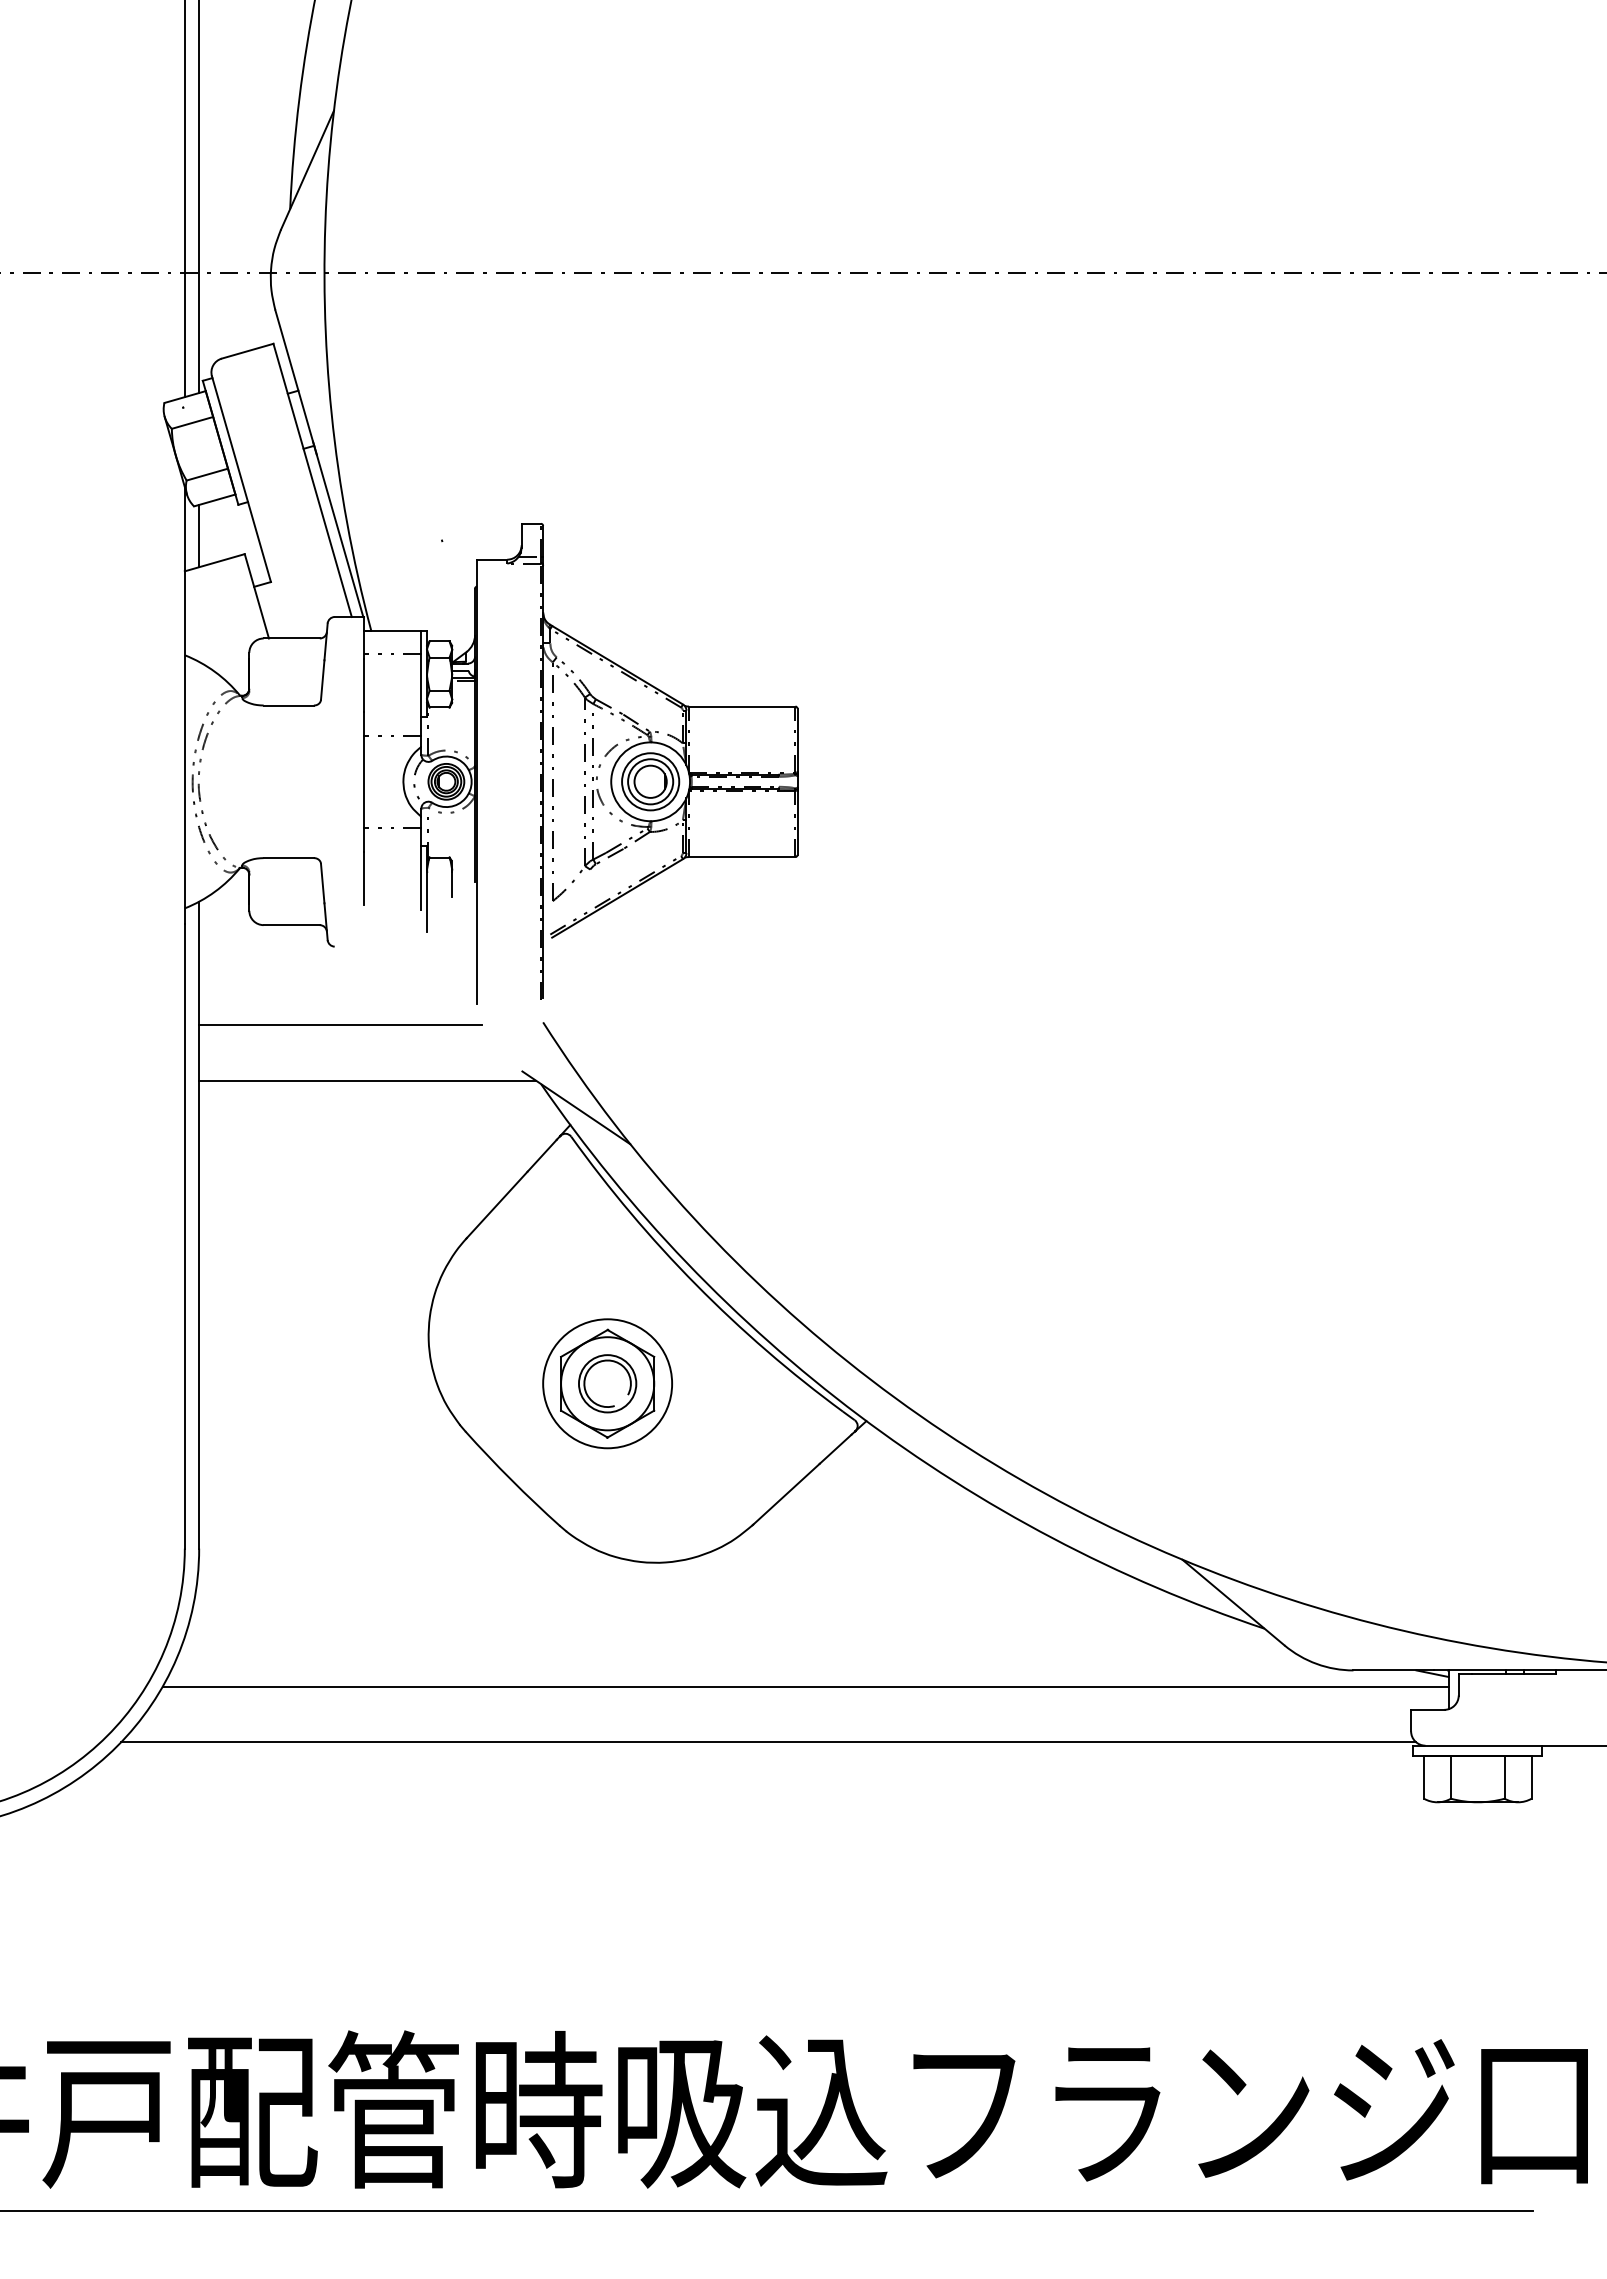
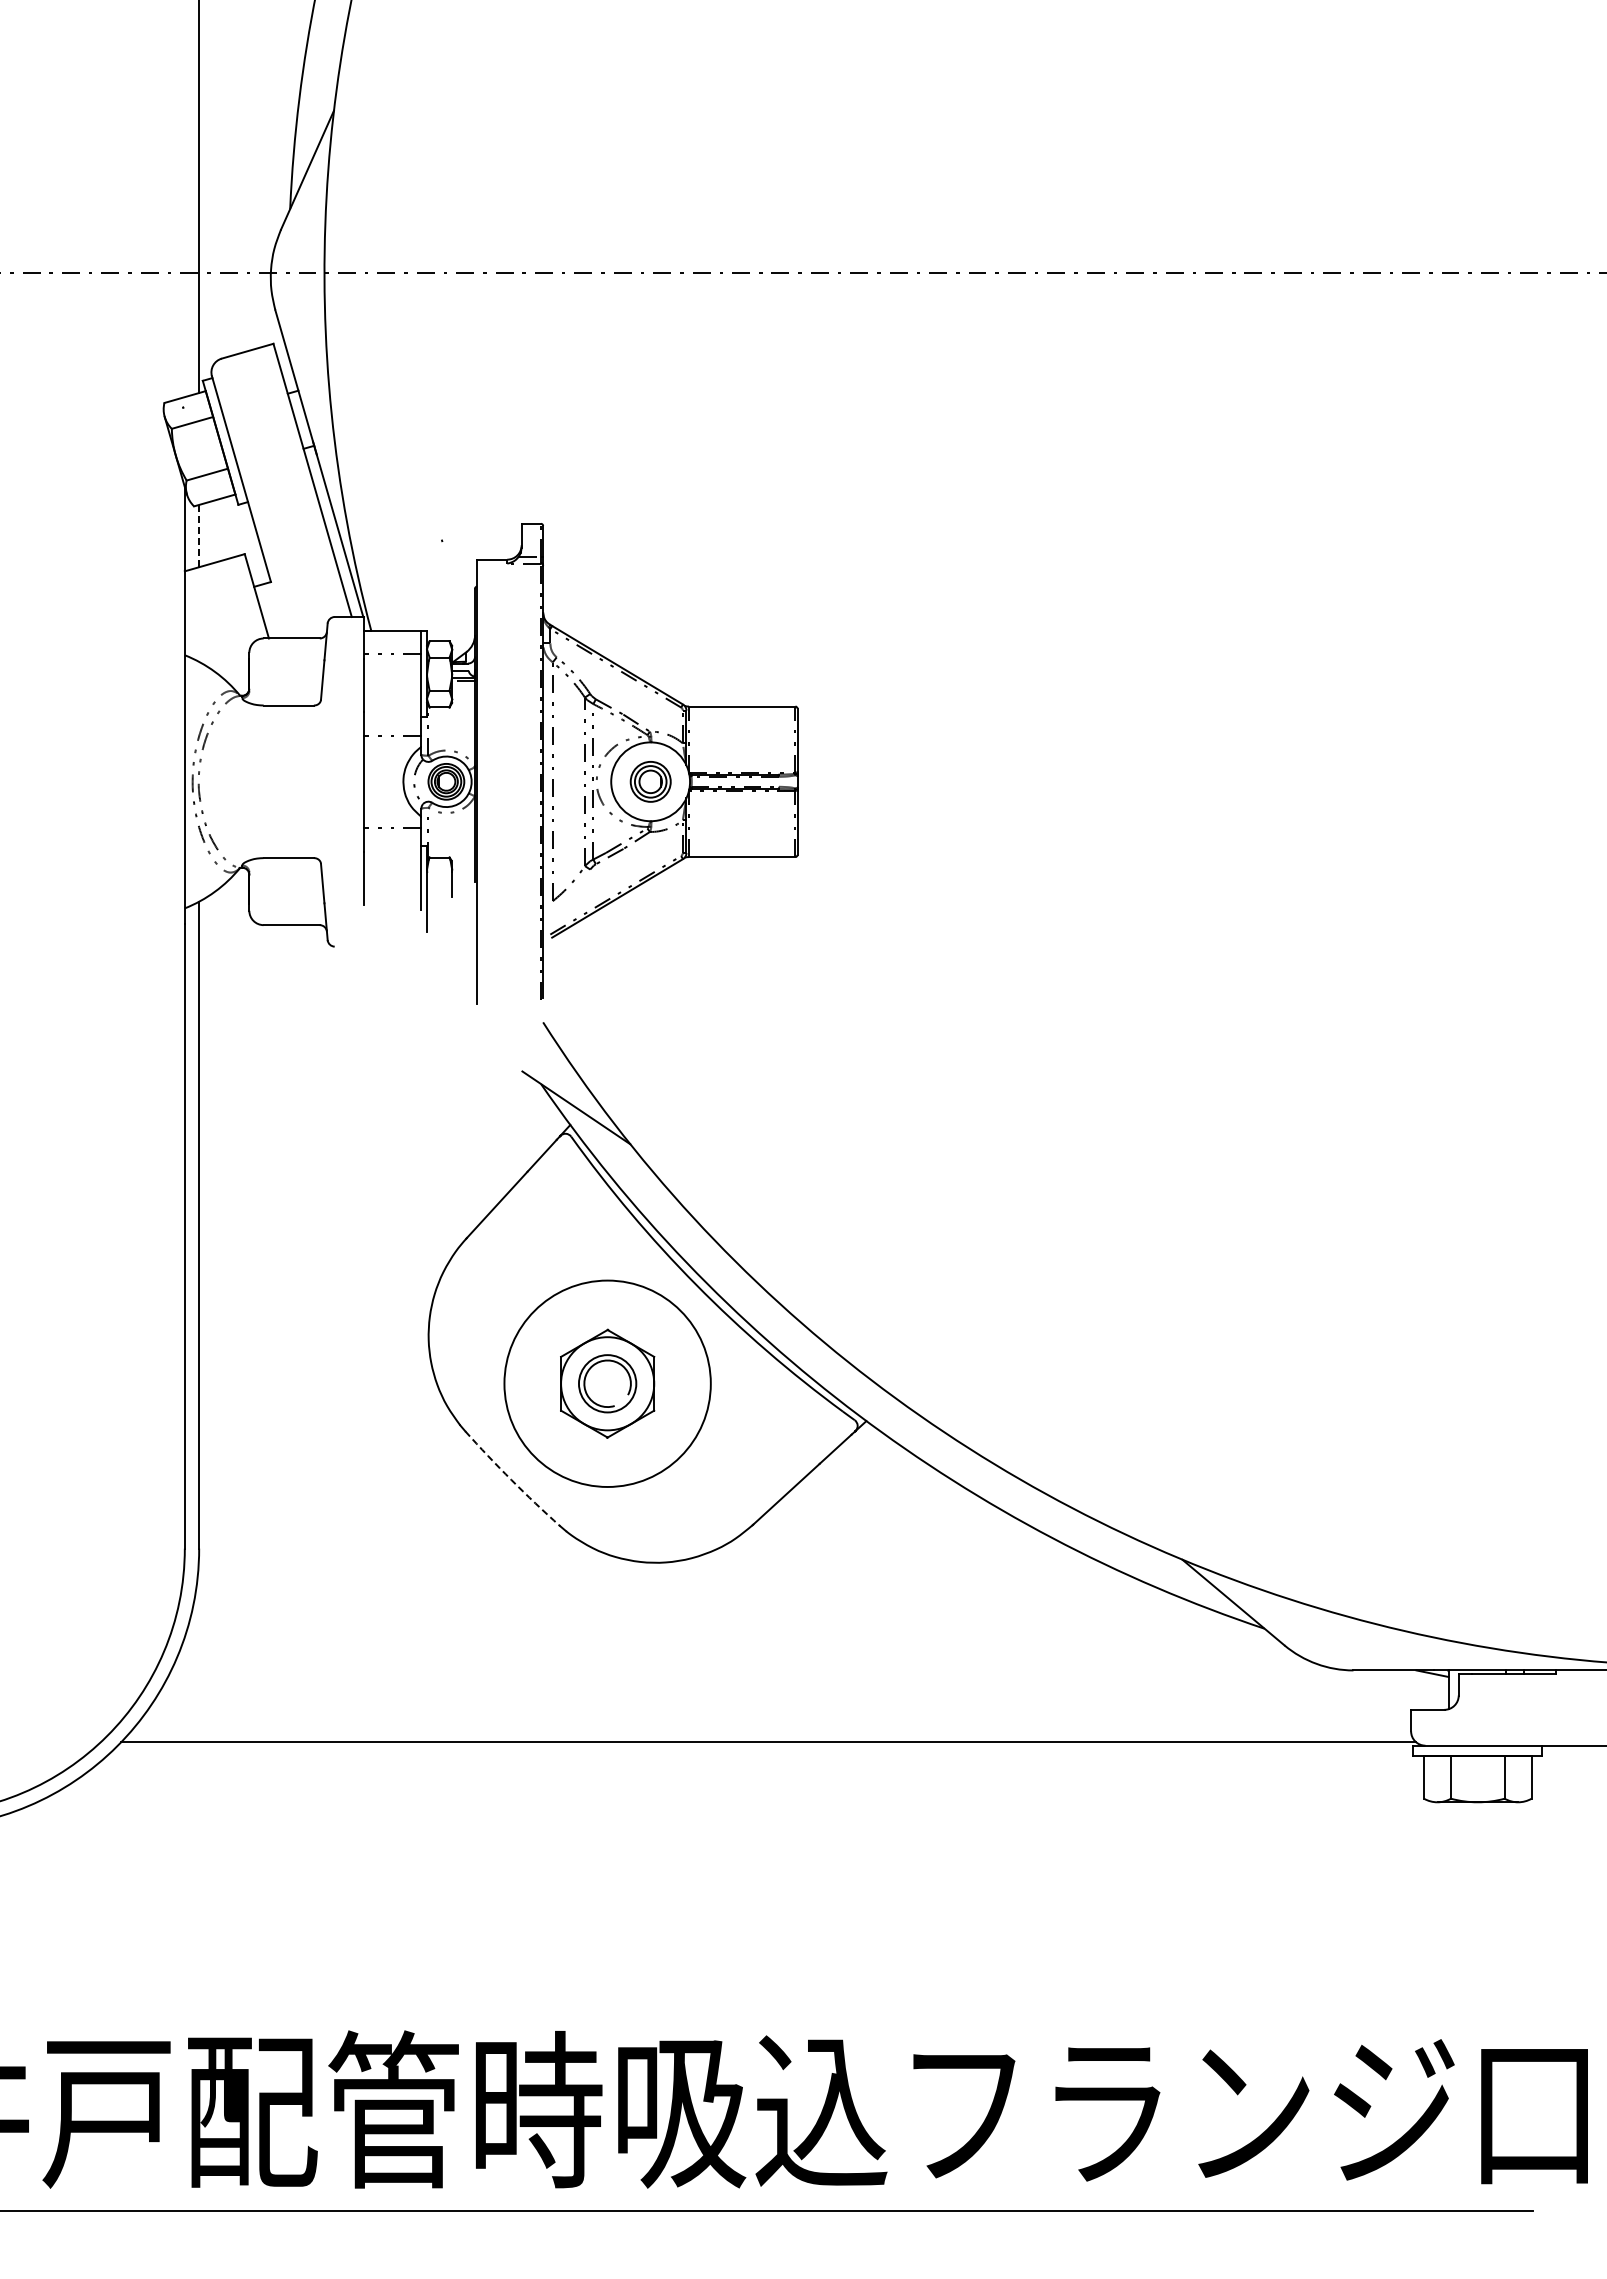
line at (184, 199): present -> none
line at (199, 536): solid -> dashed
part at (650, 781) size: 60x60 px -> 43x42 px
line at (340, 1025): present -> none
line at (367, 1080): present -> none
circle at (607, 1383) diameter: 129 px -> 206 px
arc at (511, 1479): solid -> dashed
line at (805, 1686): present -> none
